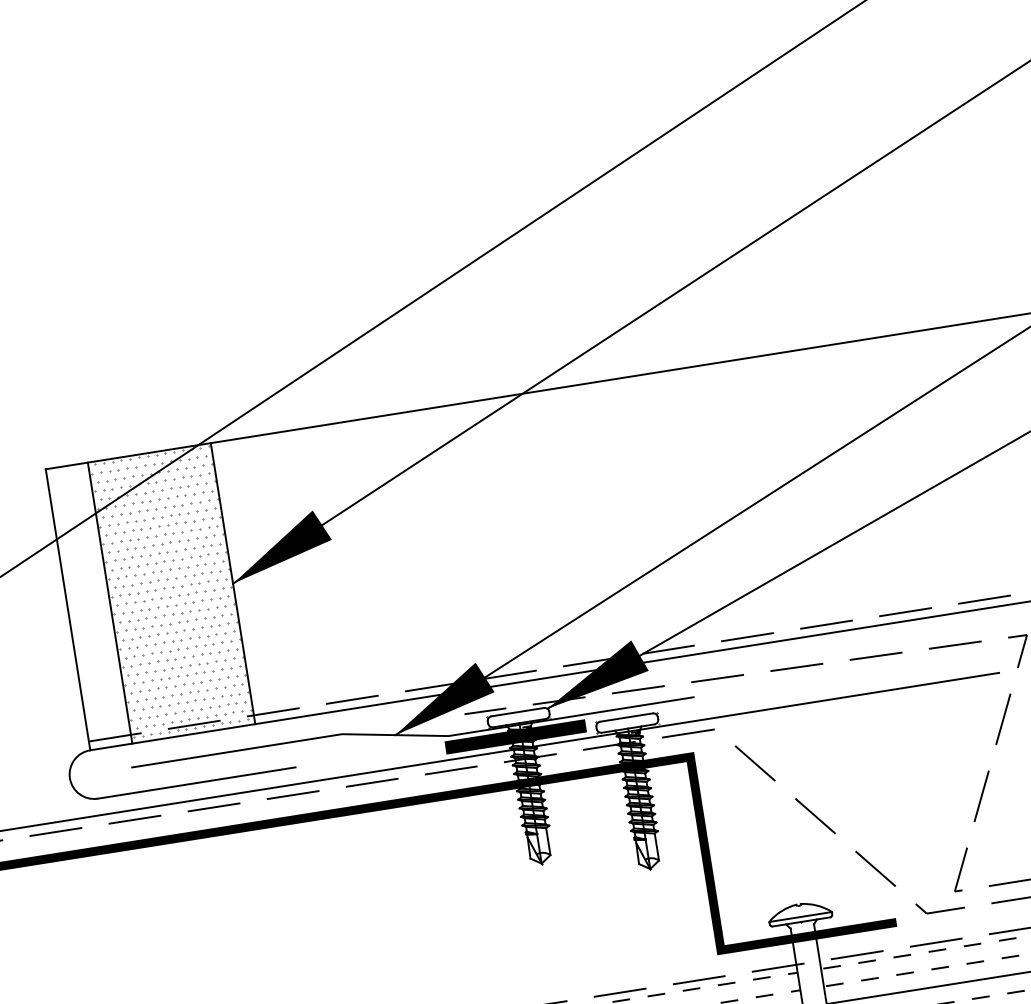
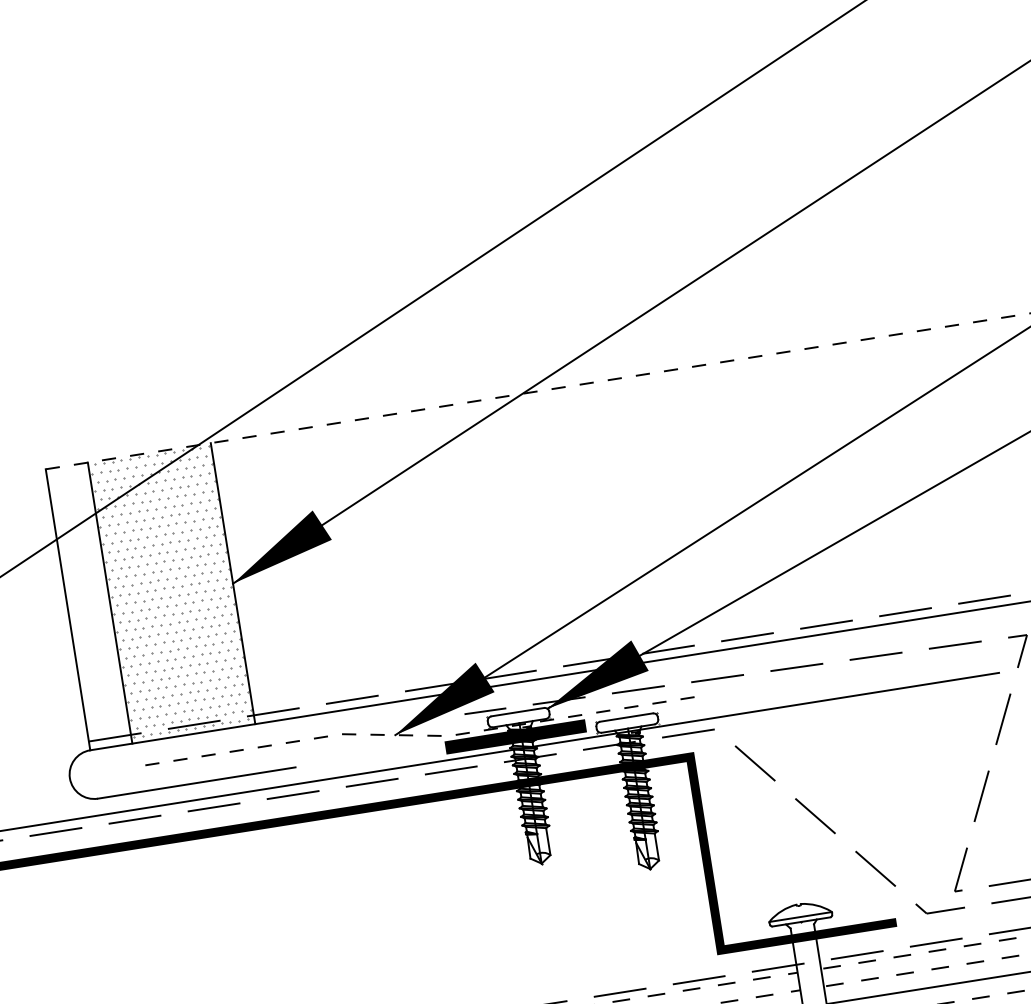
line at (538, 391): solid -> dashed
line at (412, 735): solid -> dashed
